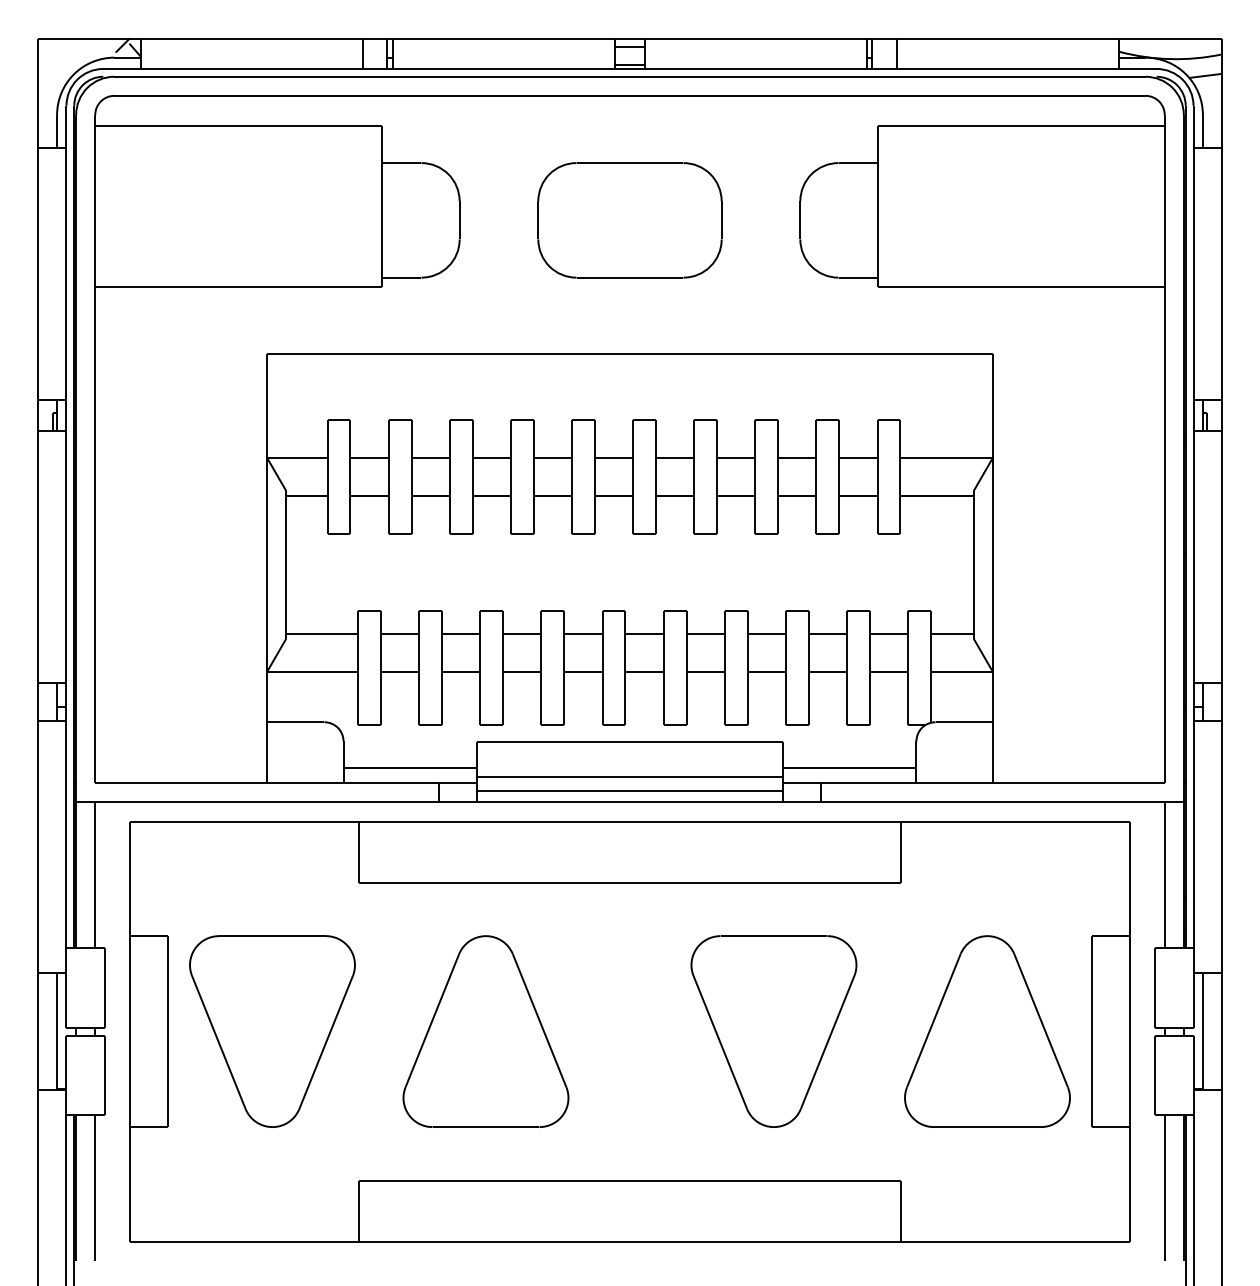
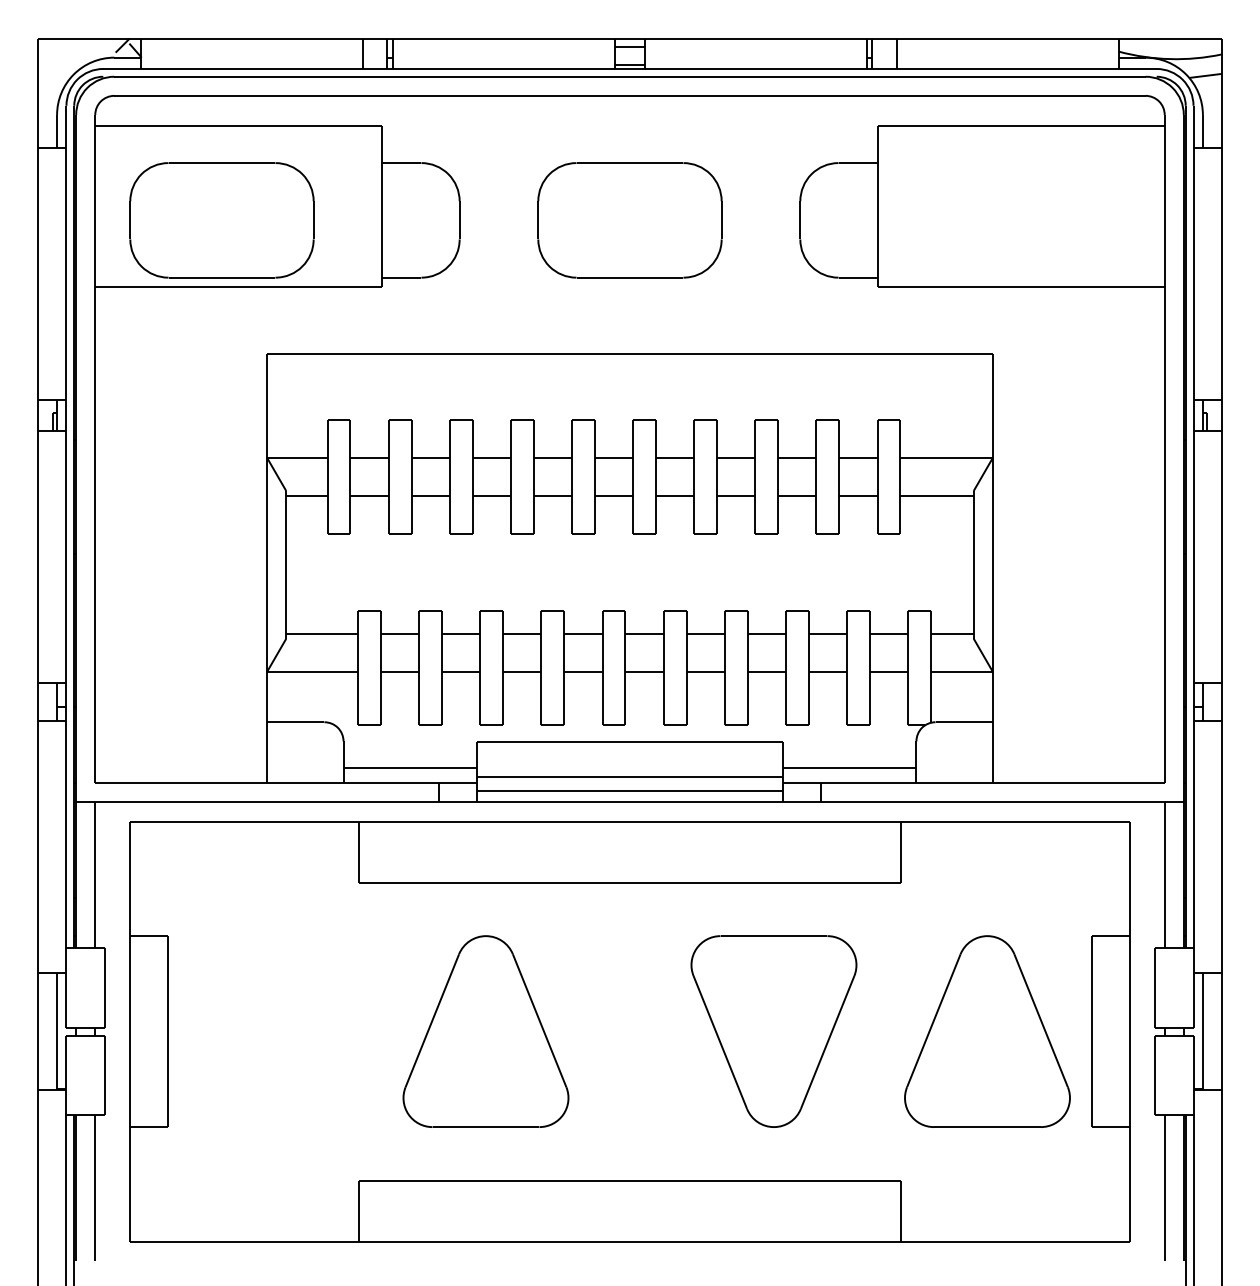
part at (221, 220): none -> present
part at (272, 1031): present -> none
